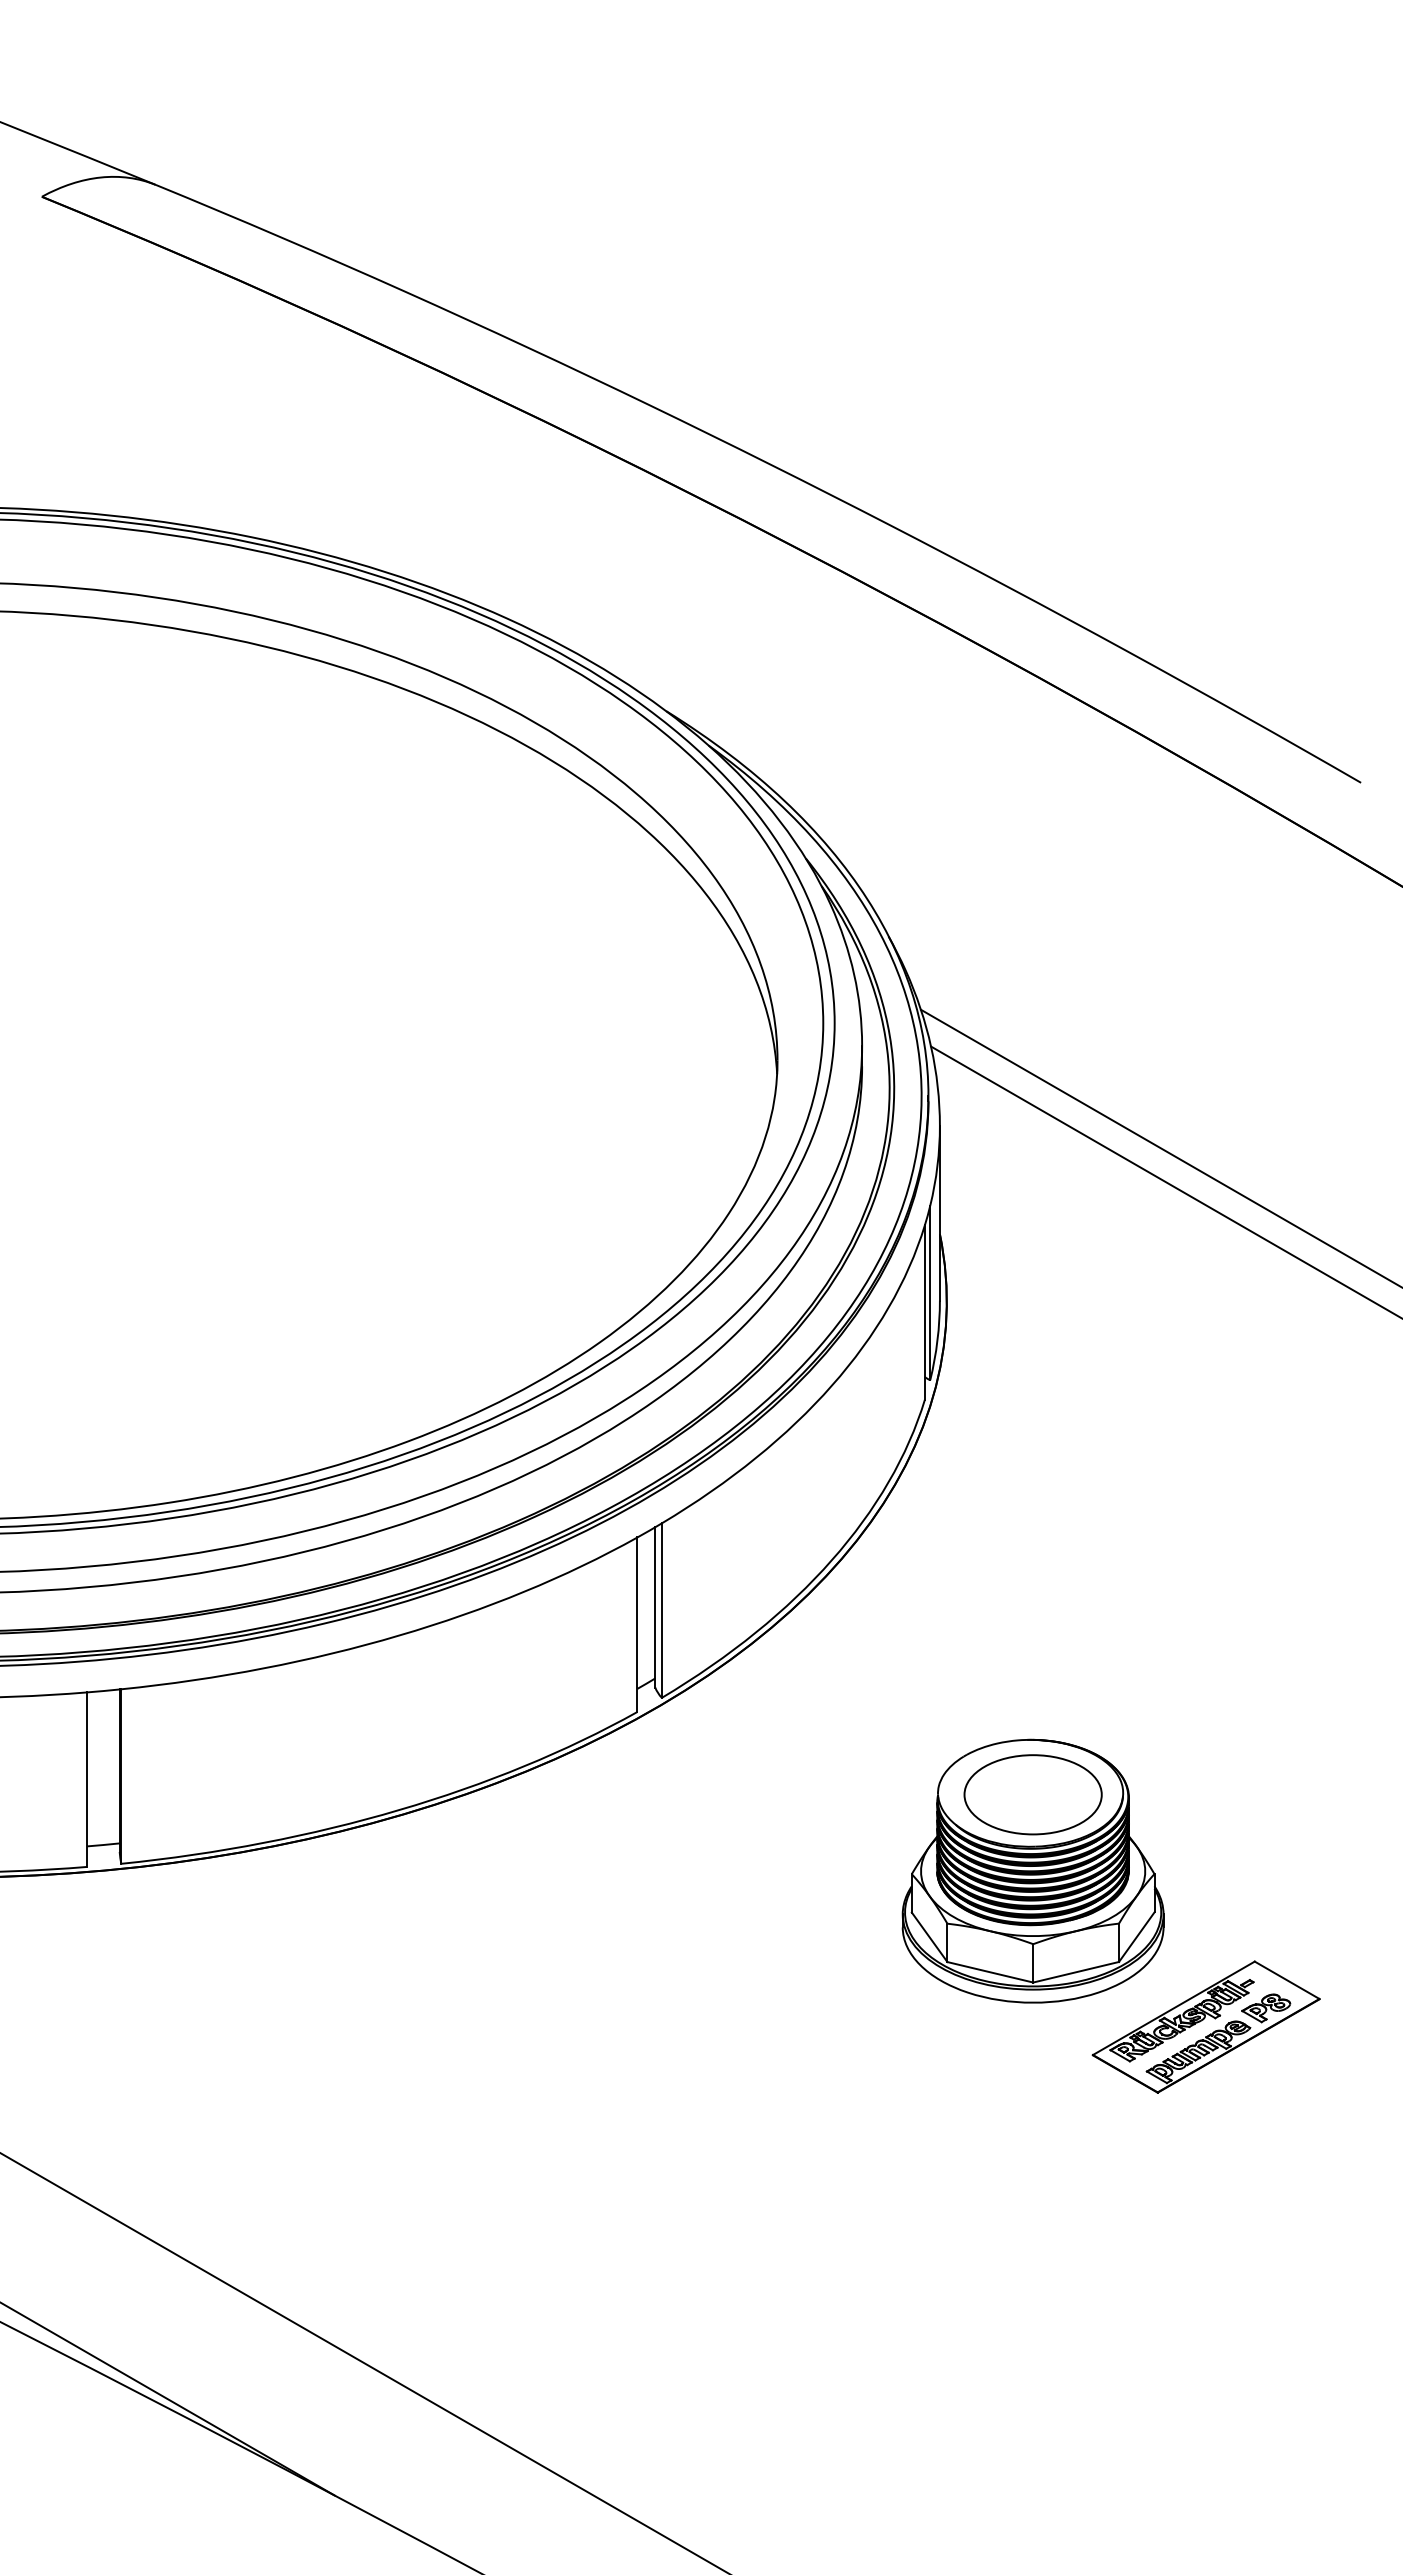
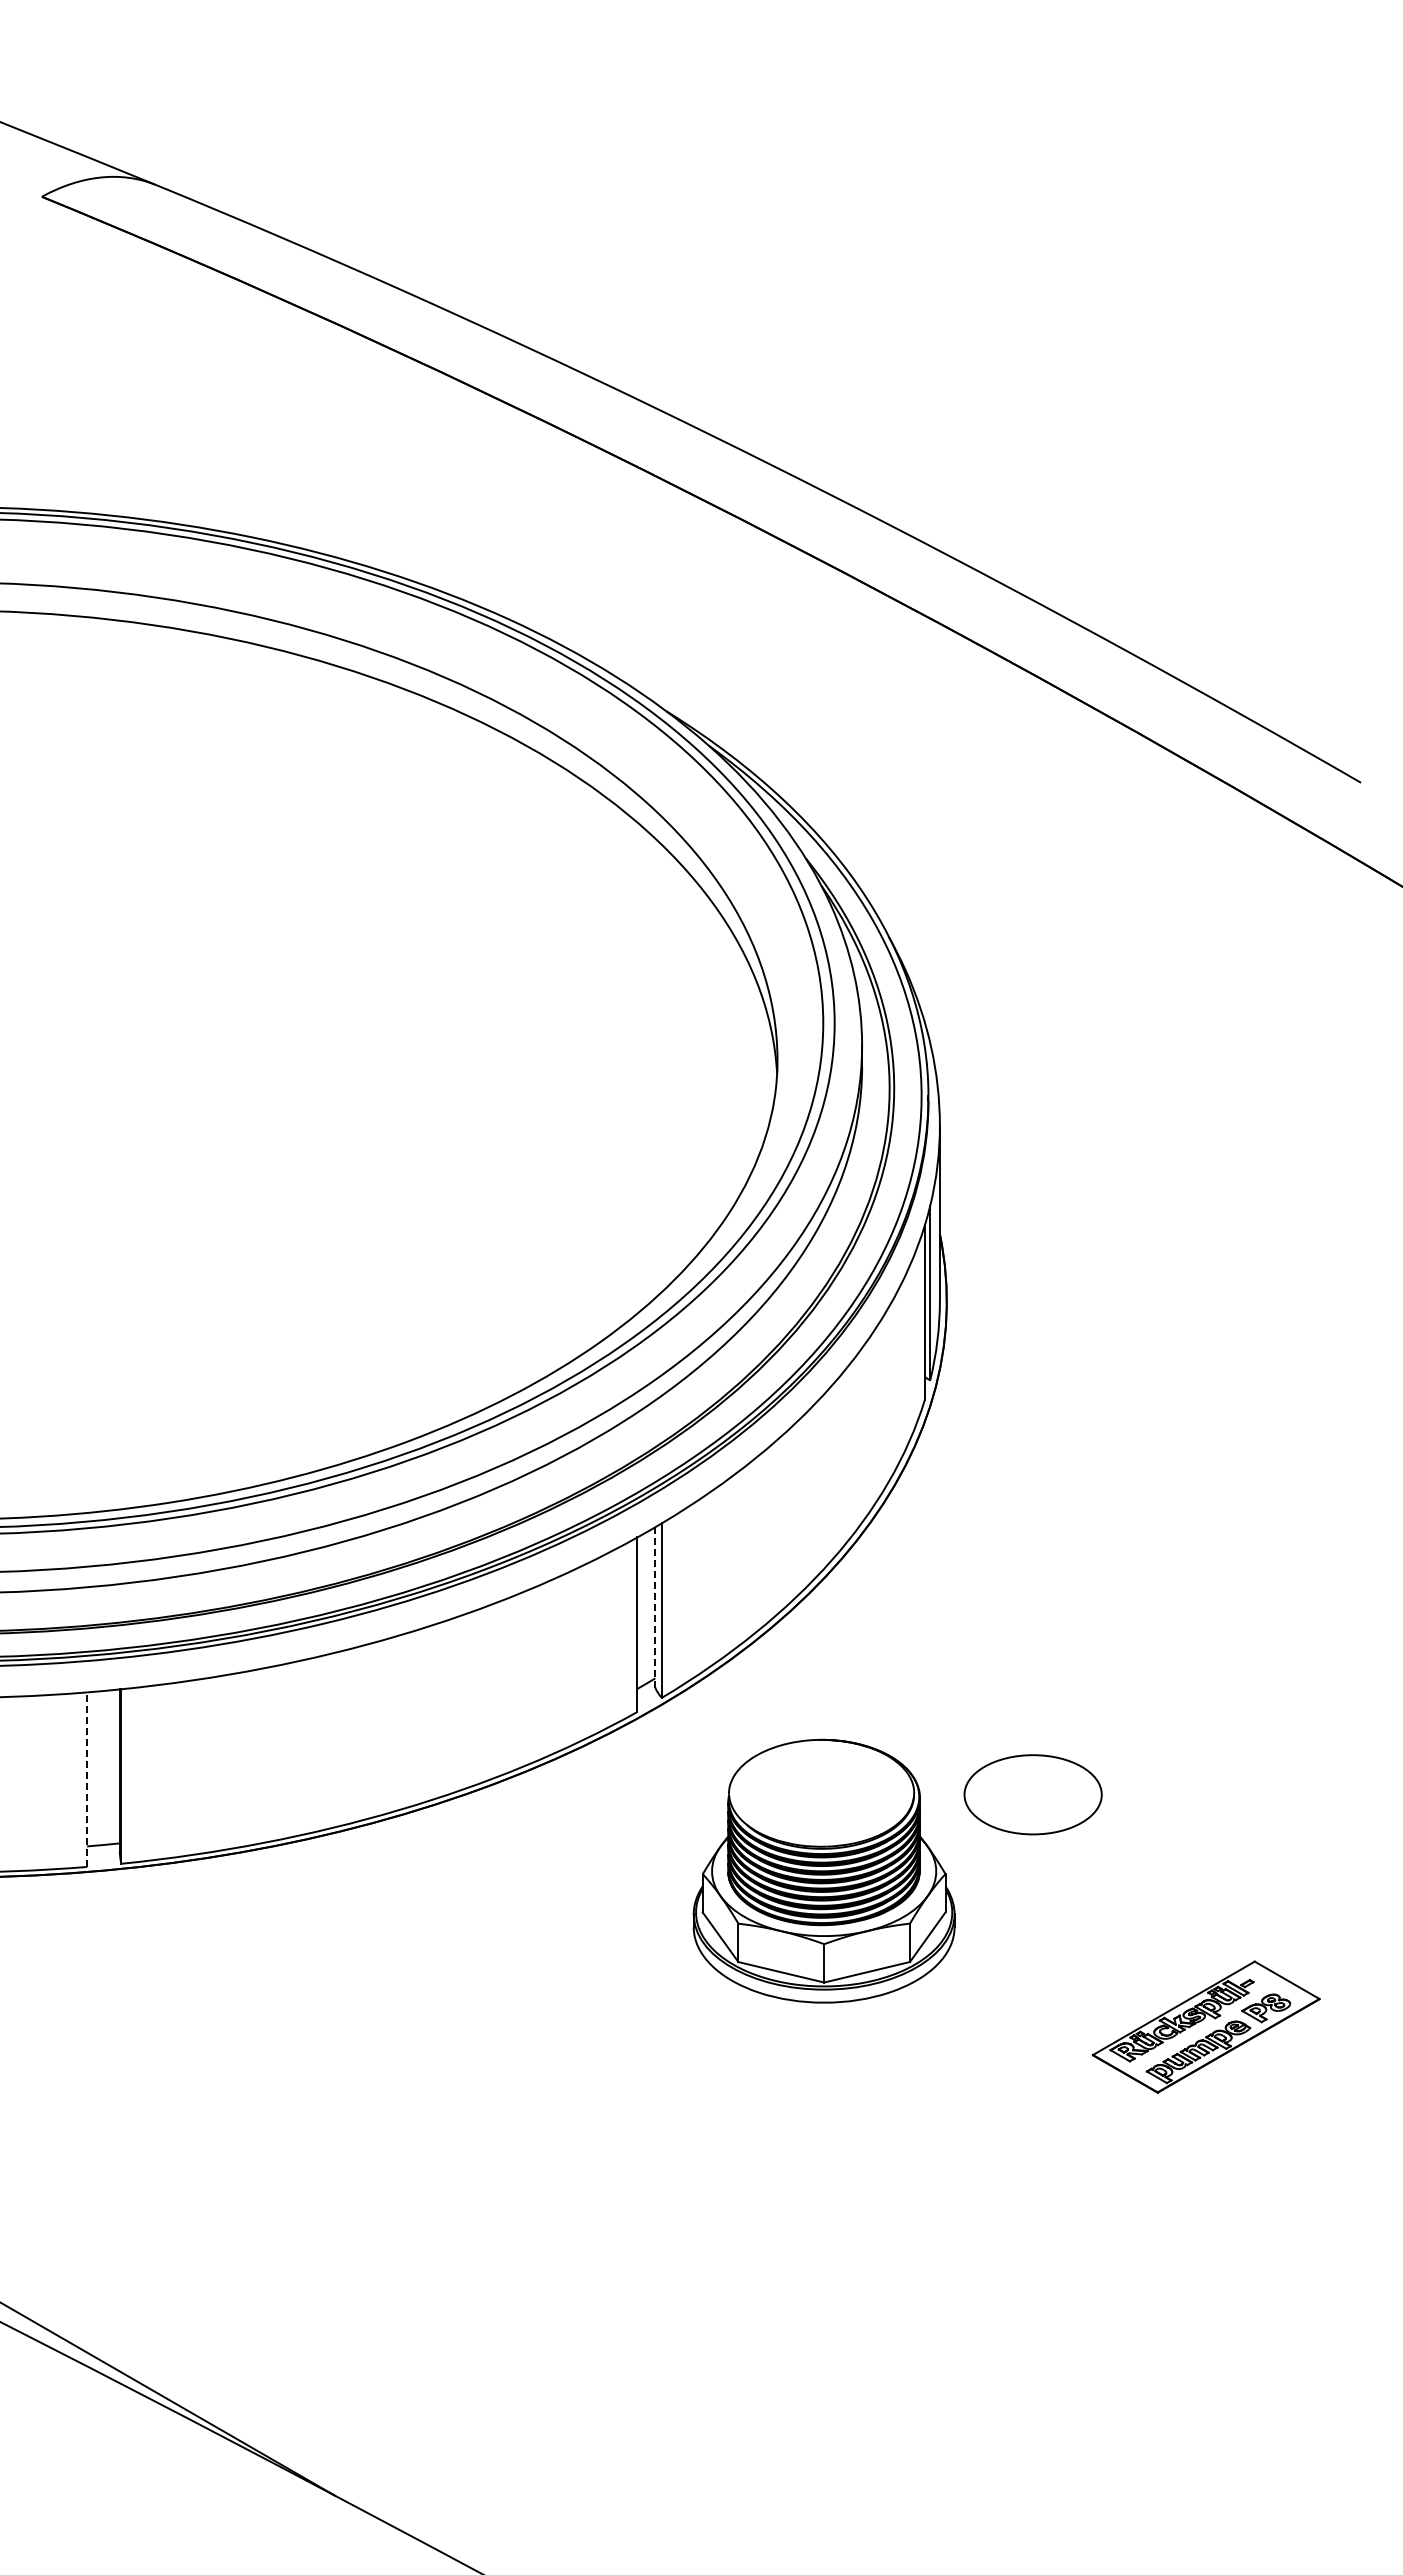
line at (1159, 1147): present -> none
line at (1165, 1181): present -> none
line at (655, 1606): solid -> dashed
line at (87, 1779): solid -> dashed
part at (1032, 1870) position: (1032, 1870) -> (823, 1870)
line at (363, 2362): present -> none
